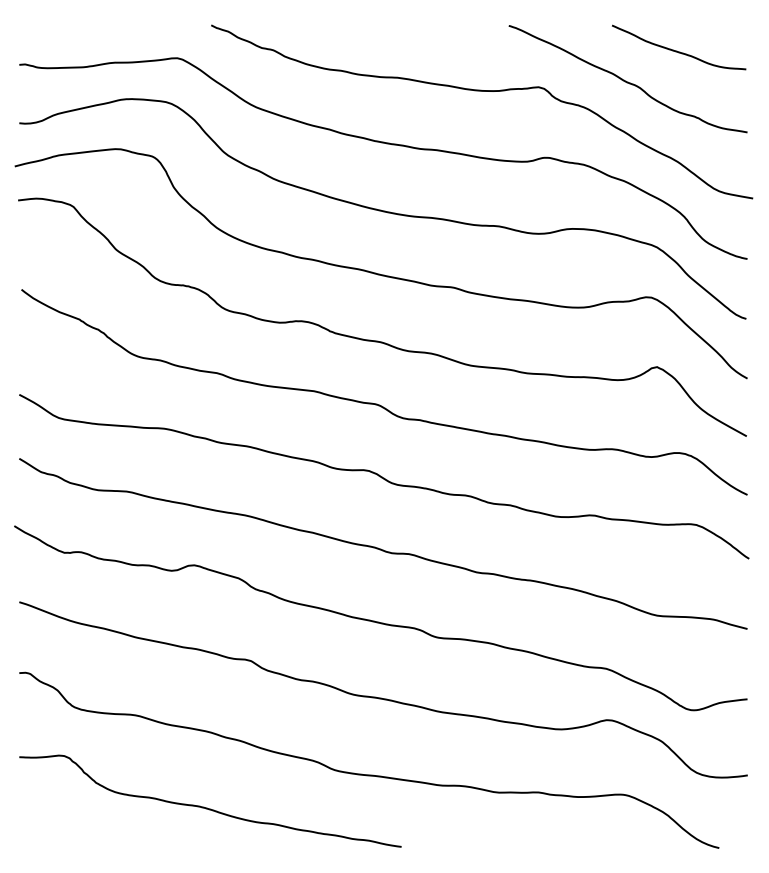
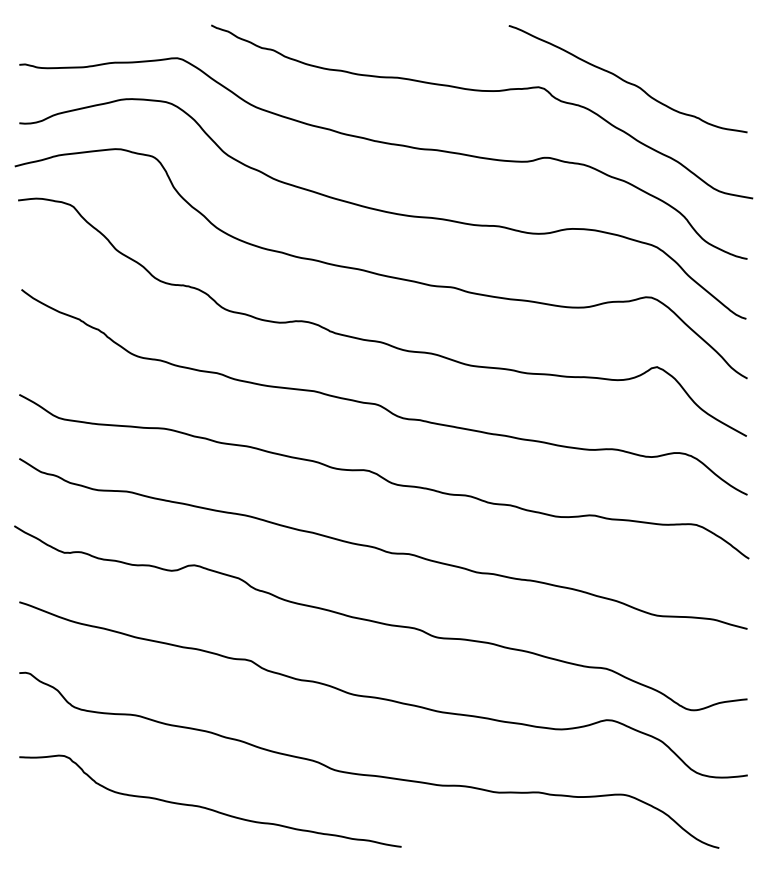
curve at (677, 50): present -> none
